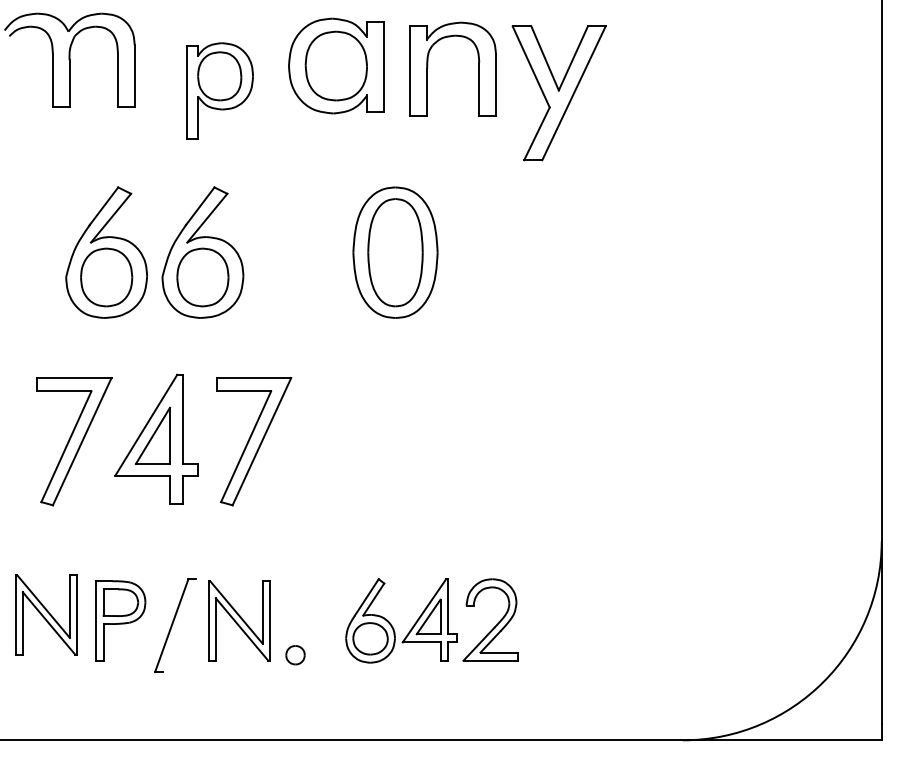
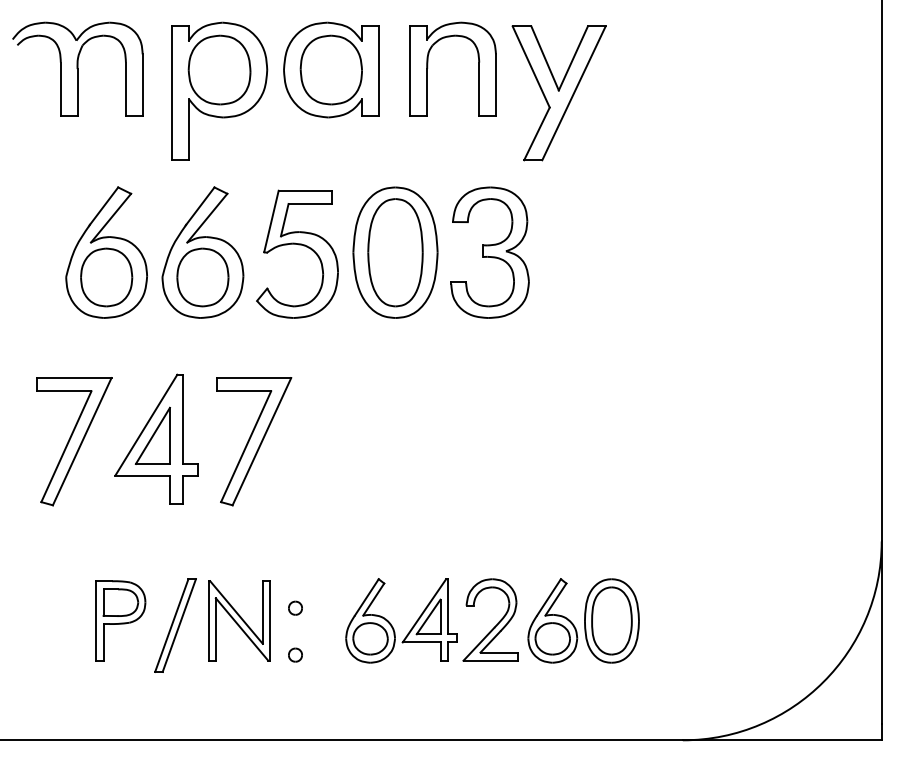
part at (69, 59) position: (69, 59) -> (77, 68)
part at (336, 65) position: (336, 65) -> (331, 69)
part at (219, 90) size: 68x98 px -> 98x140 px
part at (298, 245): none -> present
part at (489, 252): none -> present
part at (295, 607): none -> present
part at (46, 614): present -> none
part at (583, 620): none -> present
line at (178, 625): none -> present
part at (295, 655) size: 21x21 px -> 15x16 px
